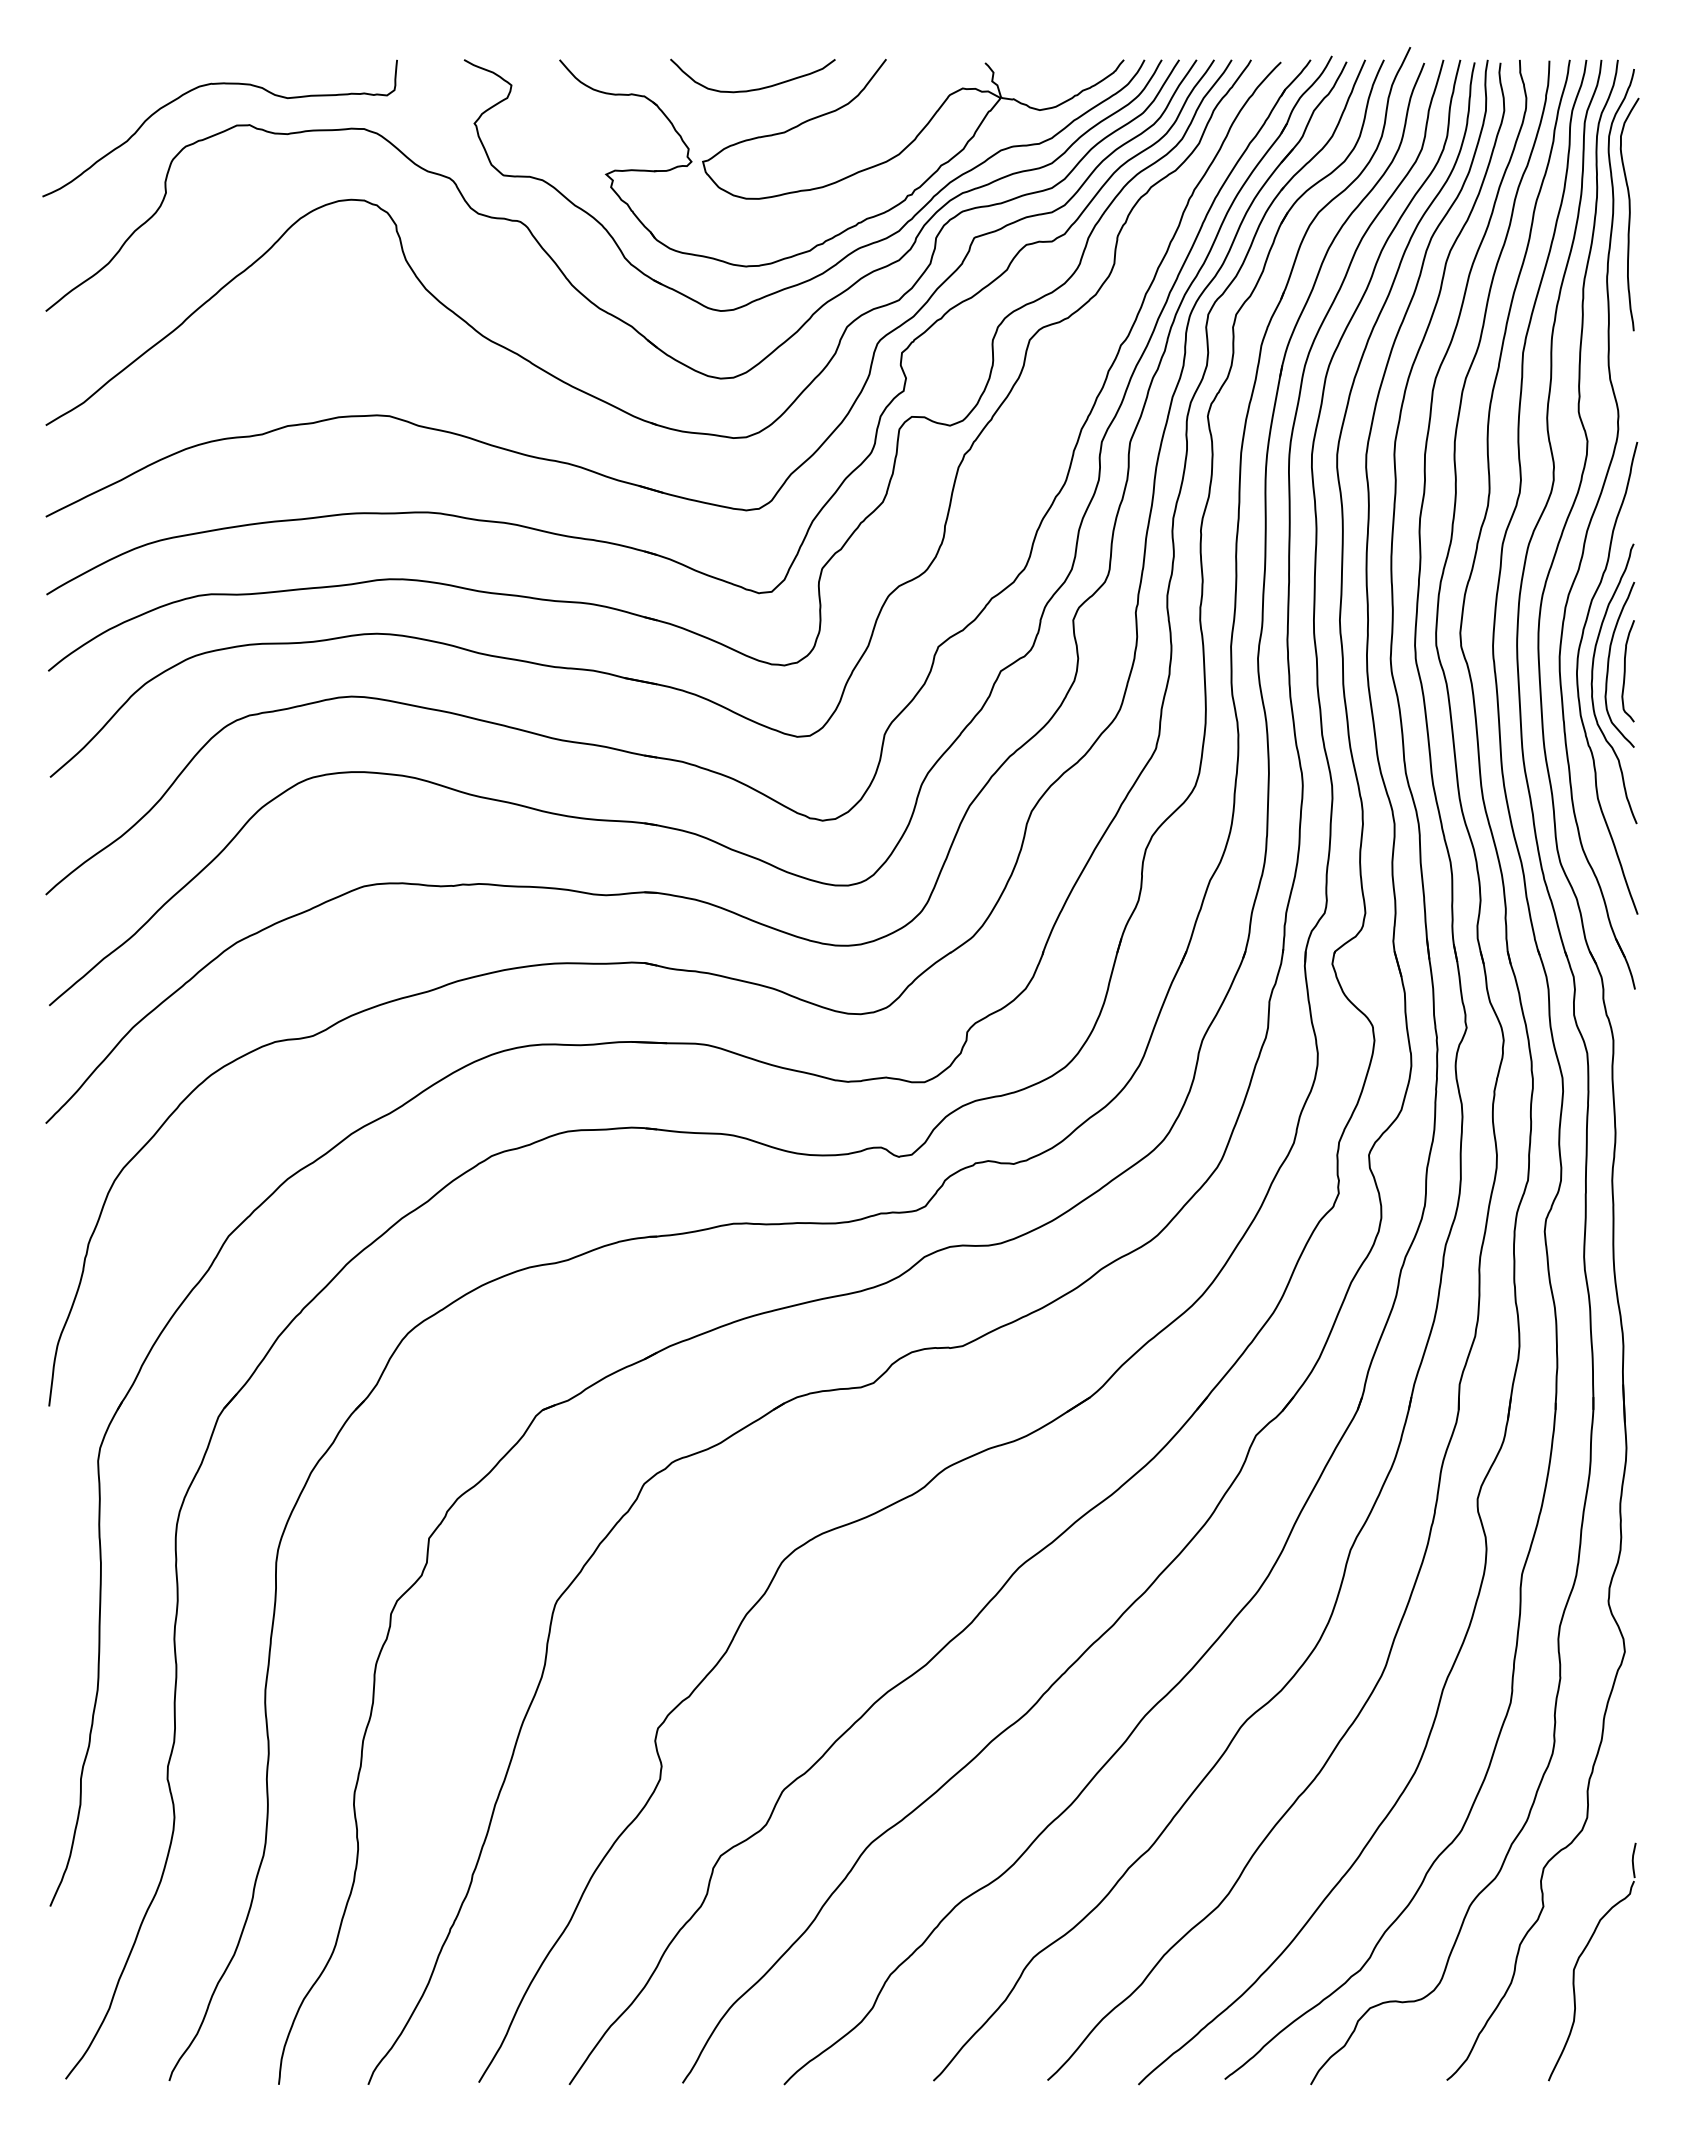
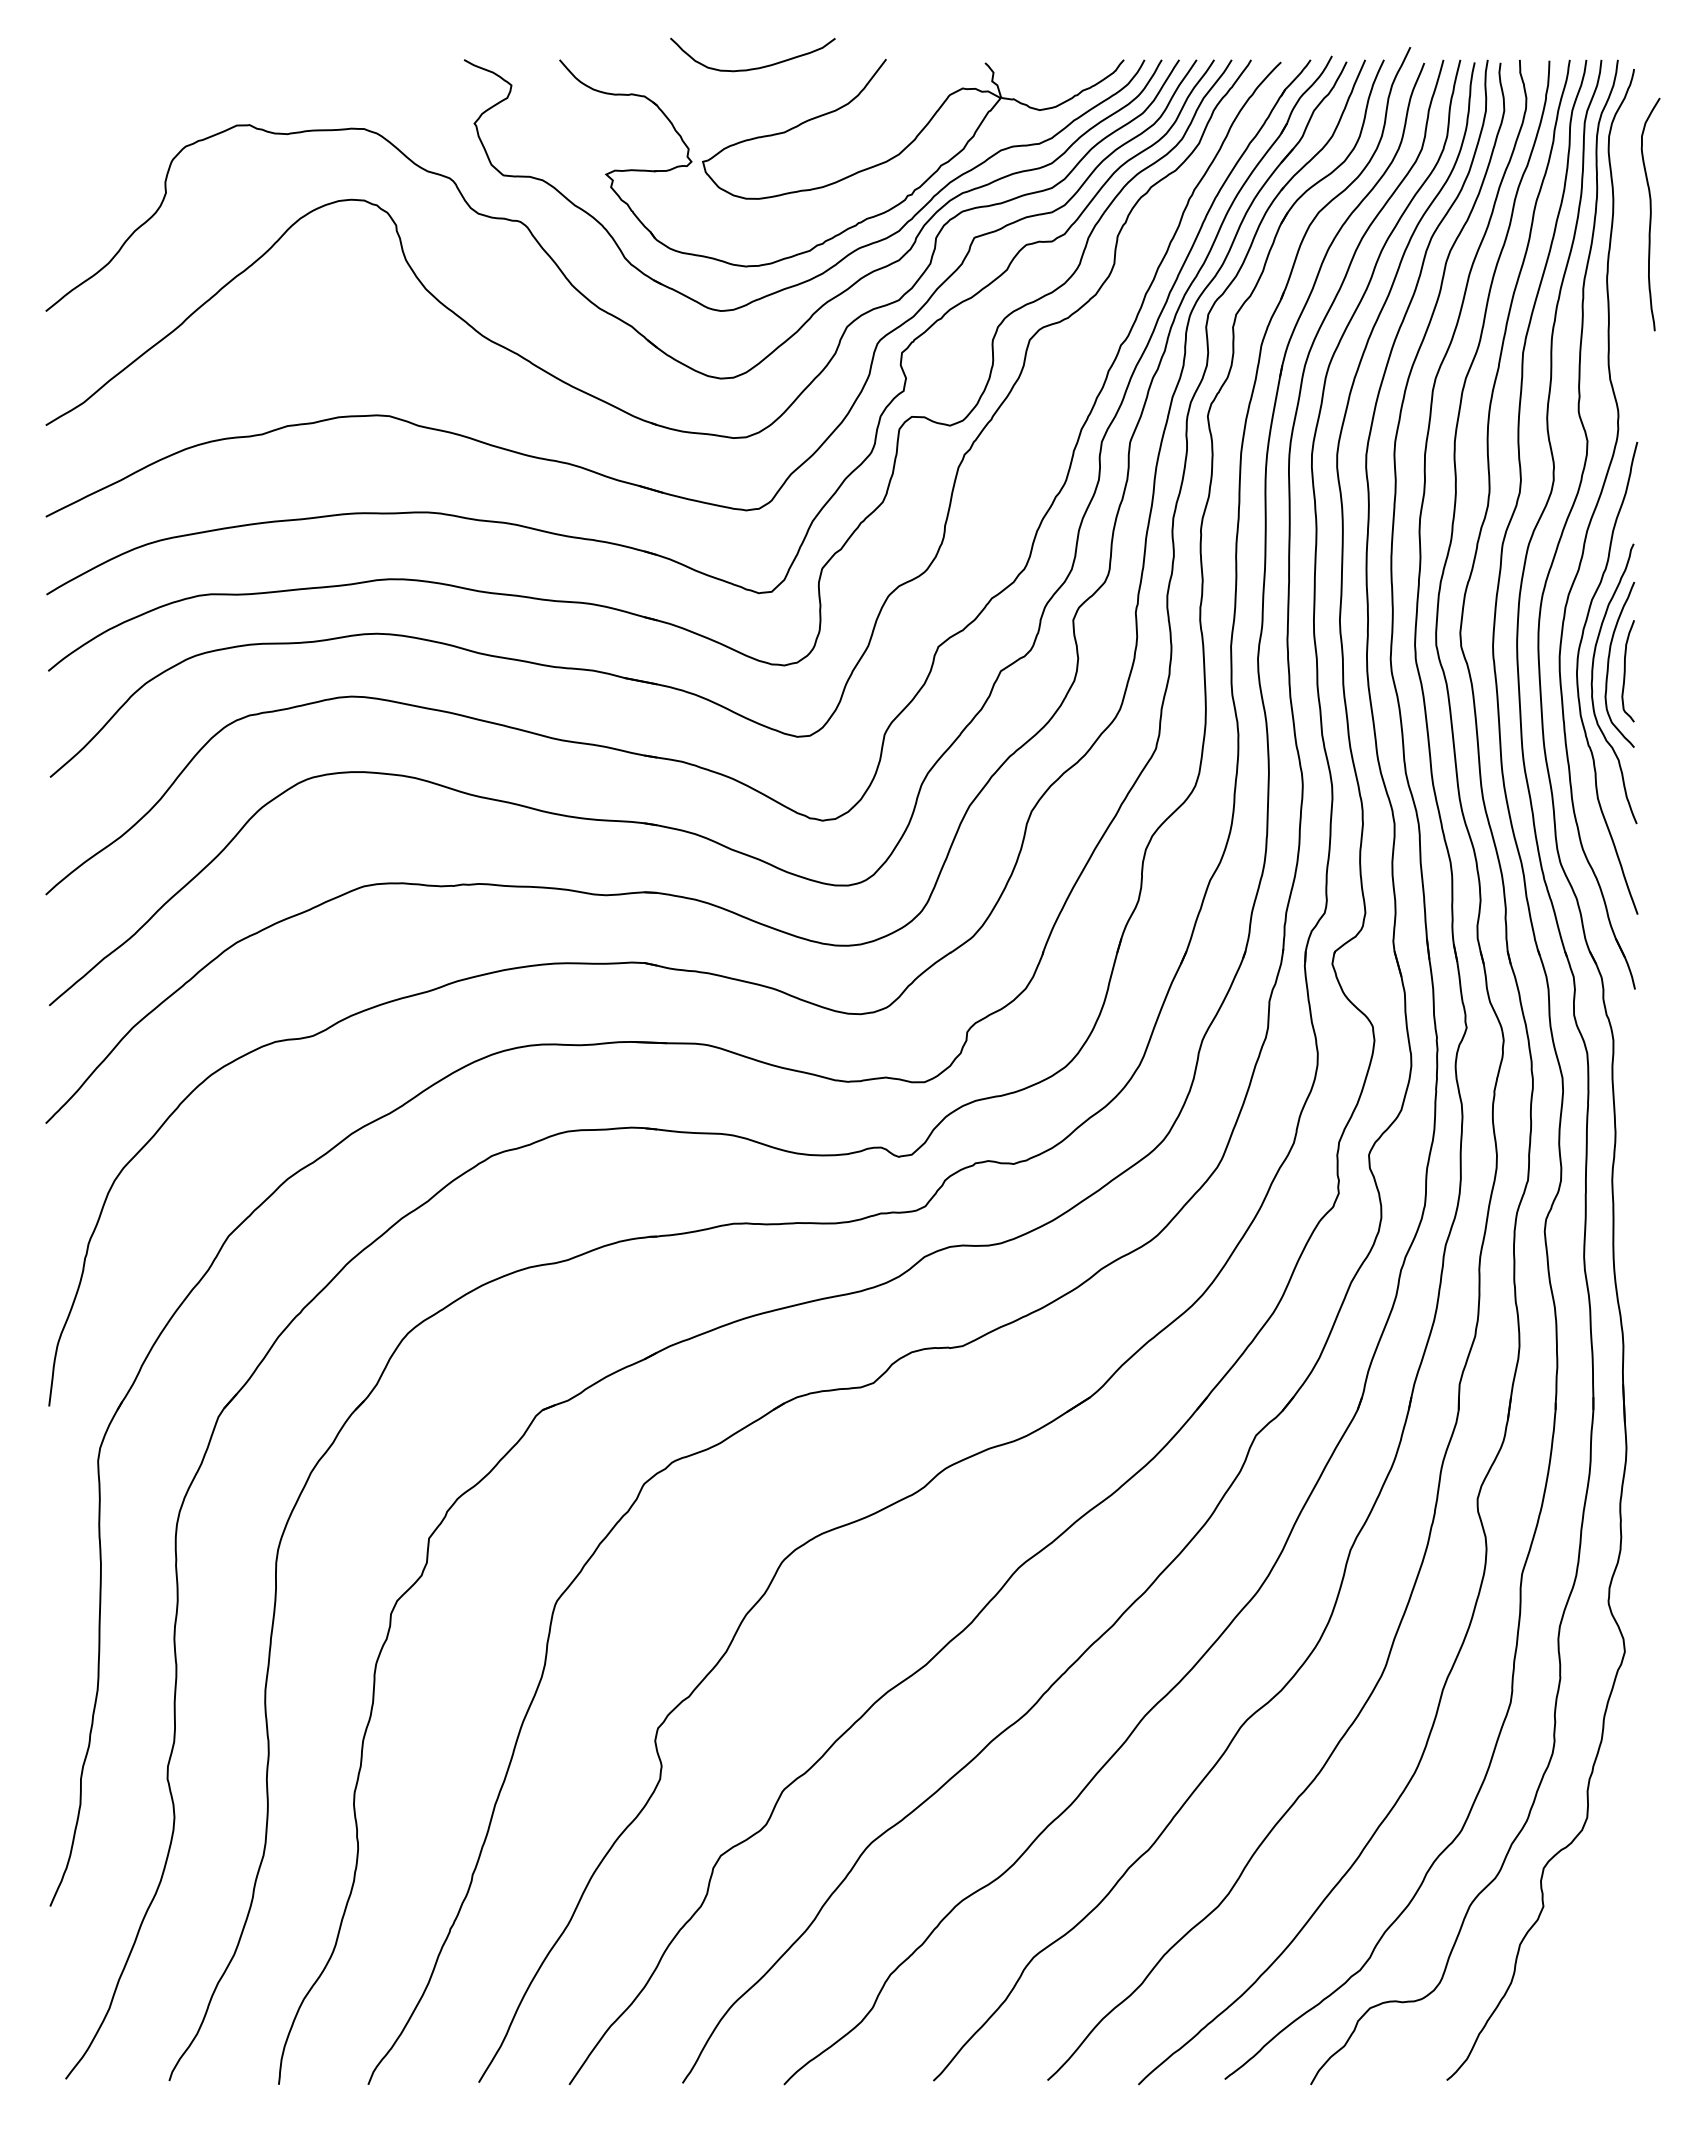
curve at (219, 84): present -> none
curve at (755, 88) position: (755, 88) -> (755, 67)
curve at (1629, 214) position: (1629, 214) -> (1650, 214)
part at (1582, 1954): present -> none
